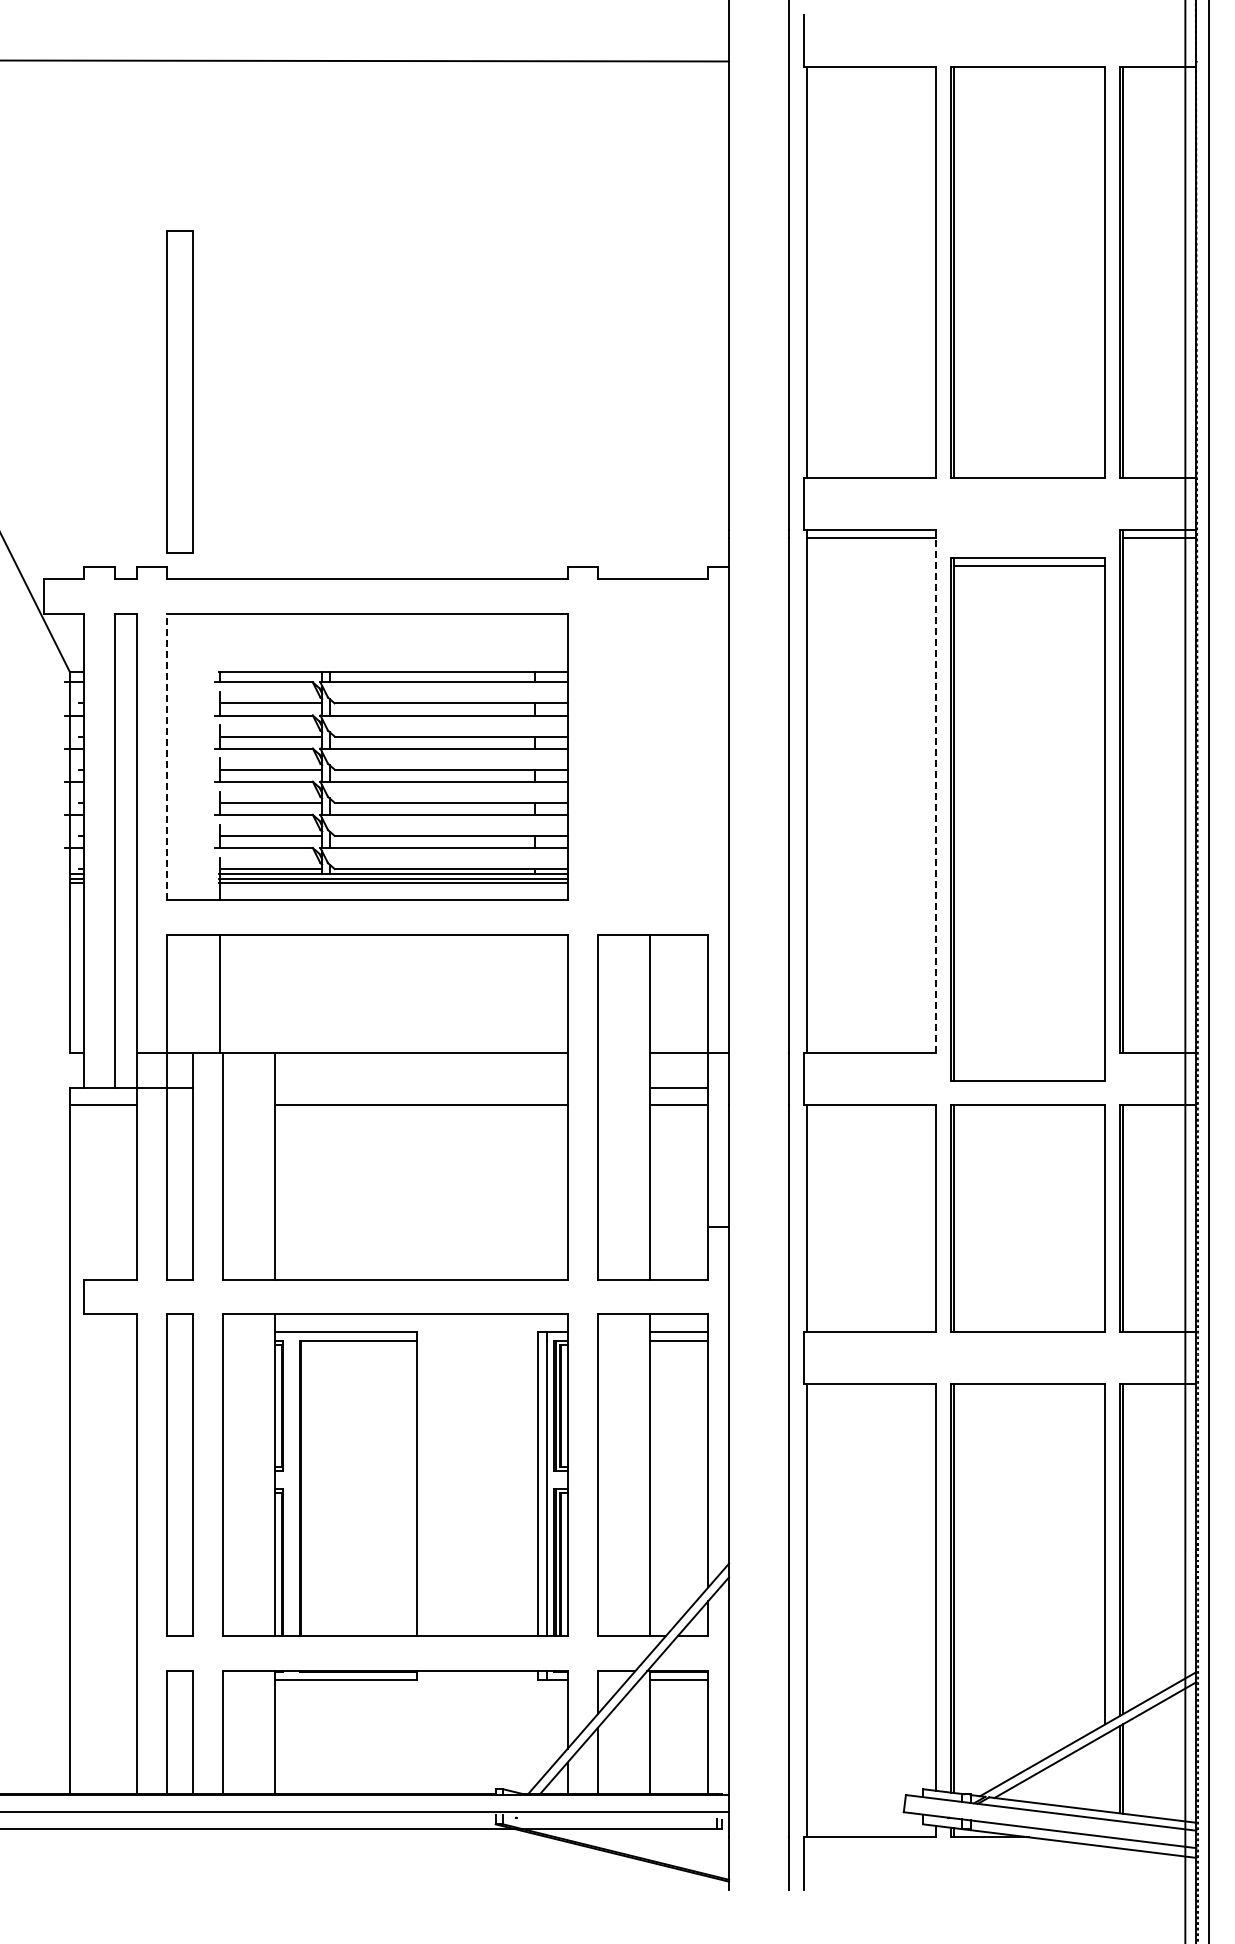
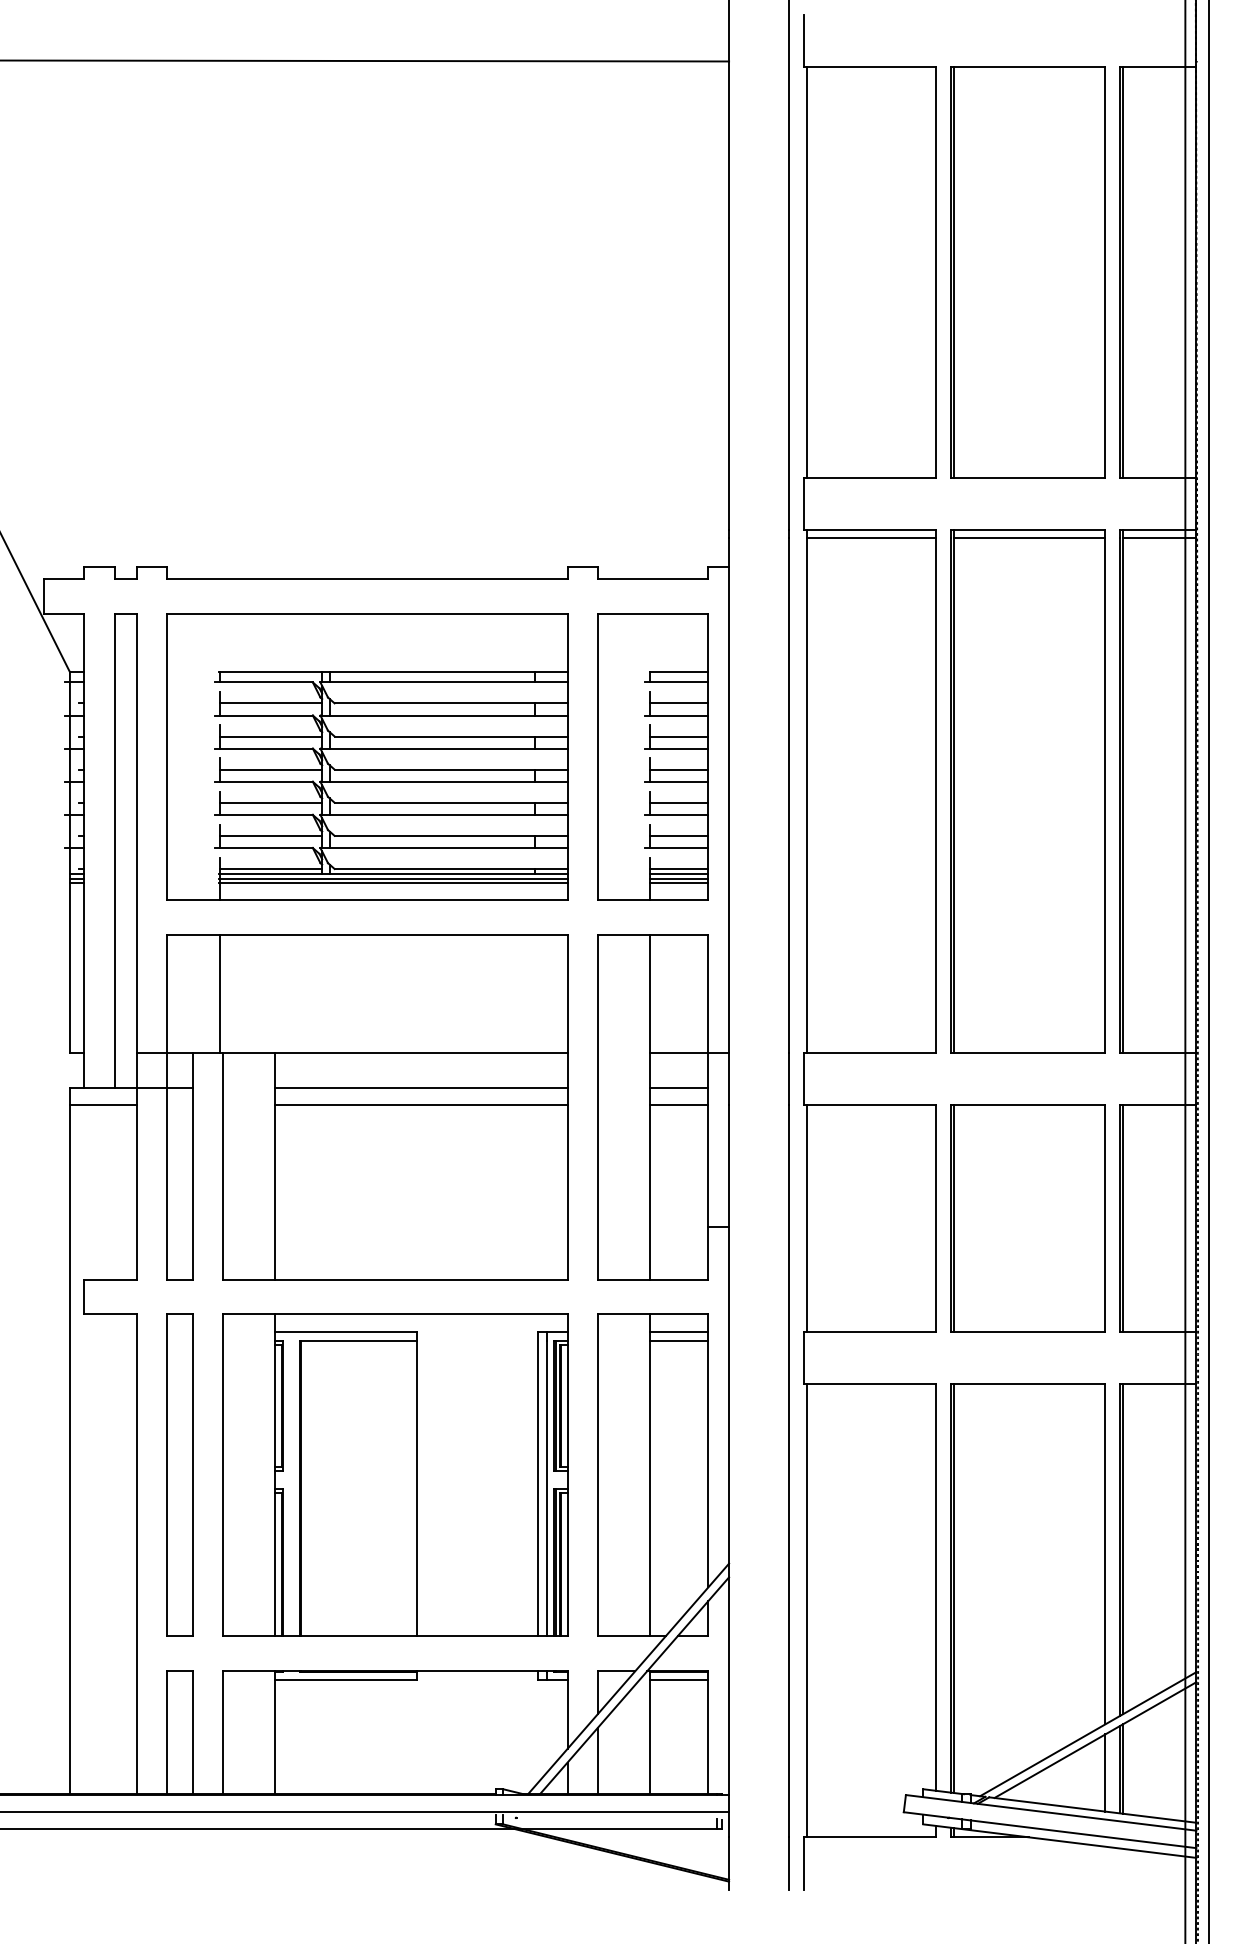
part at (179, 391): present -> none
line at (167, 756): dashed -> solid
part at (652, 756): none -> present
line at (935, 795): dashed -> solid
part at (1027, 819) position: (1027, 819) -> (1027, 791)
line at (421, 1087): none -> present
line at (1105, 1772): none -> present
